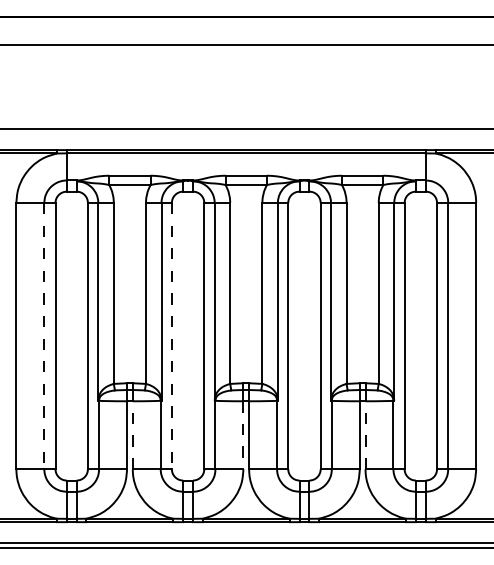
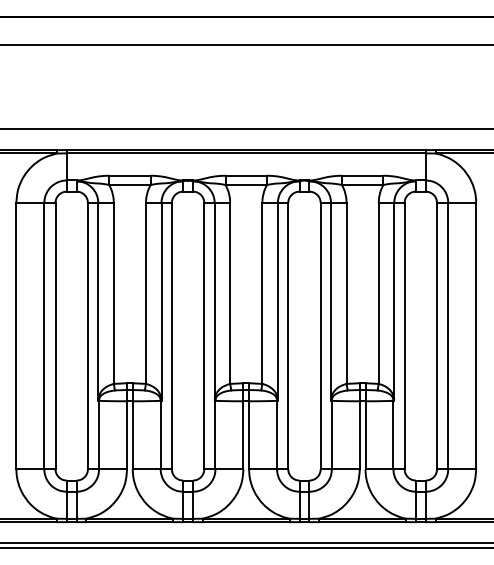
line at (44, 336): dashed -> solid
line at (171, 336): dashed -> solid
line at (132, 435): dashed -> solid
line at (243, 435): dashed -> solid
line at (365, 435): dashed -> solid
